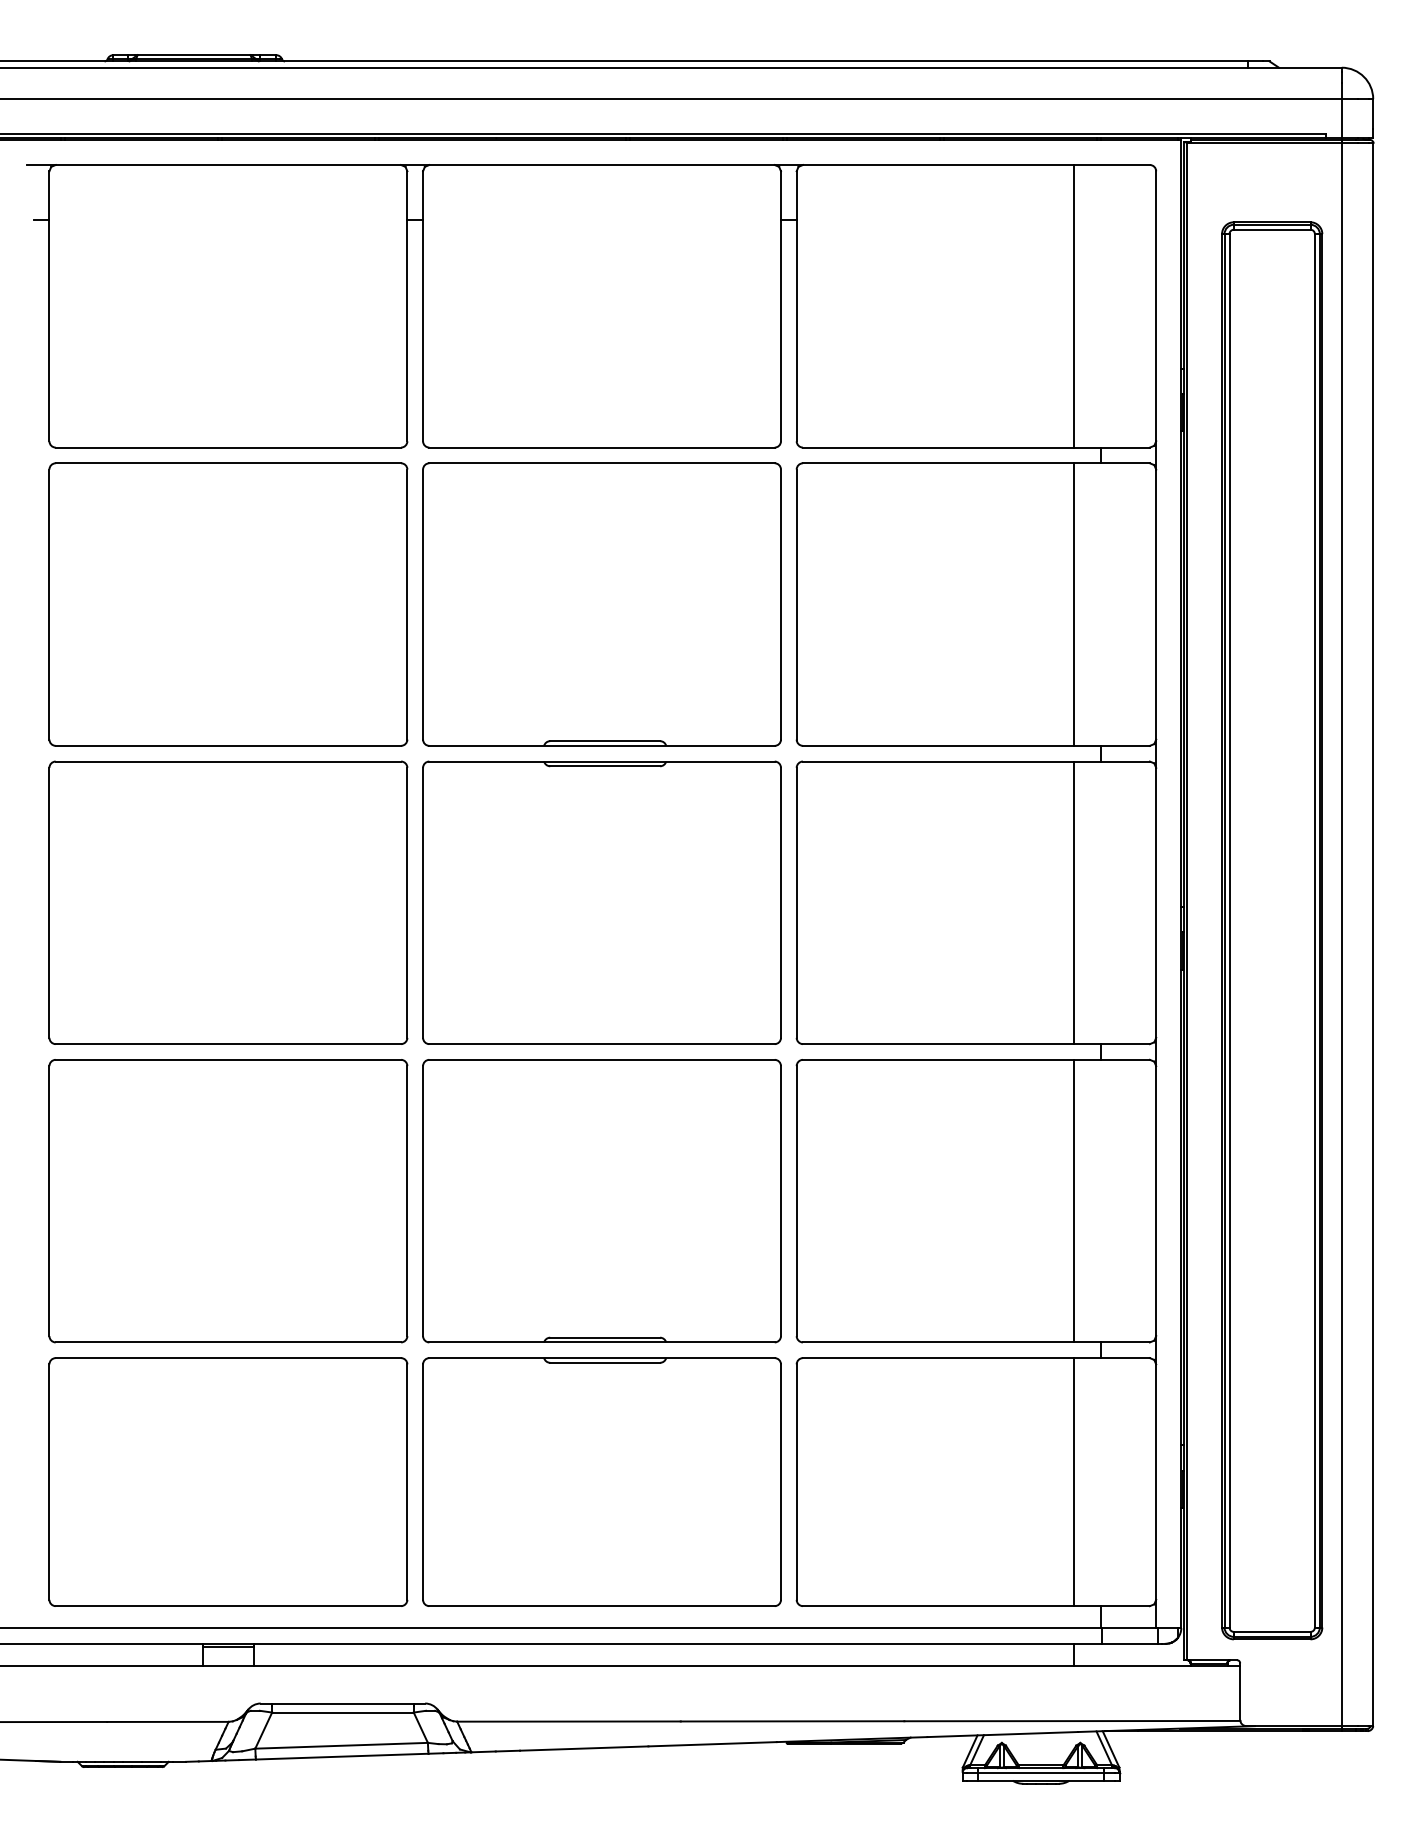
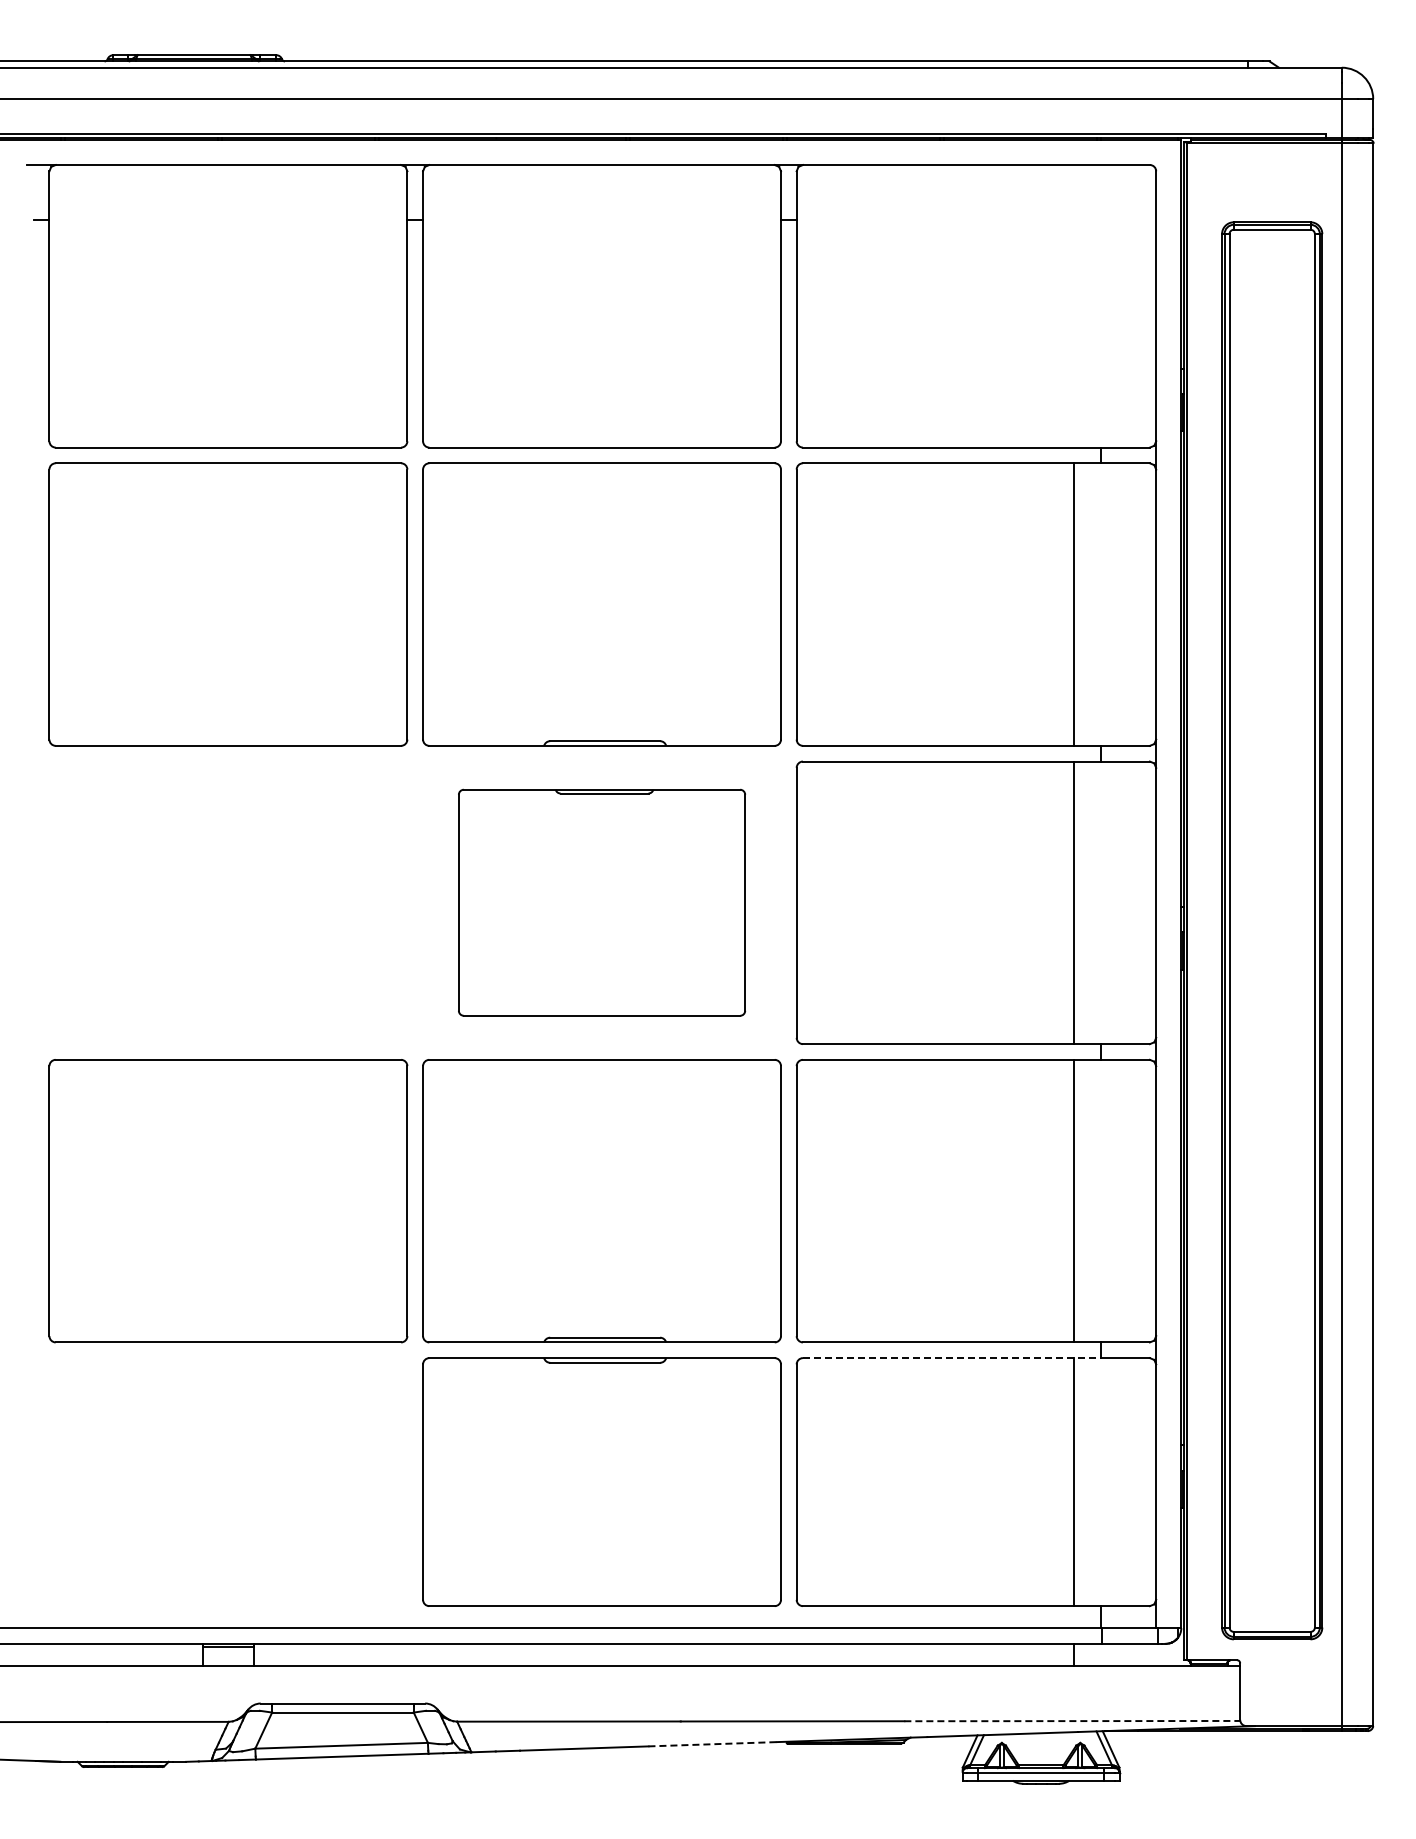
line at (1074, 306): present -> none
part at (228, 902): present -> none
part at (601, 902) size: 360x285 px -> 288x229 px
line at (952, 1358): solid -> dashed
part at (228, 1481): present -> none
line at (1072, 1721): solid -> dashed
line at (713, 1744): solid -> dashed
